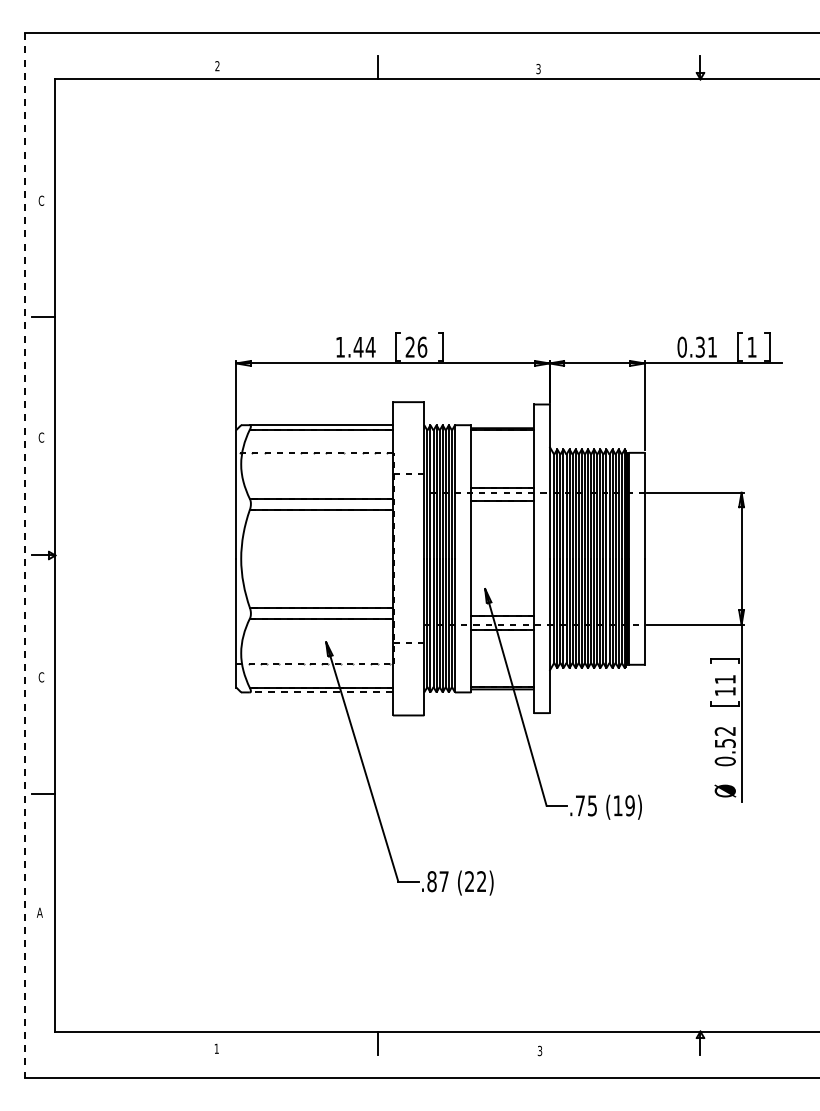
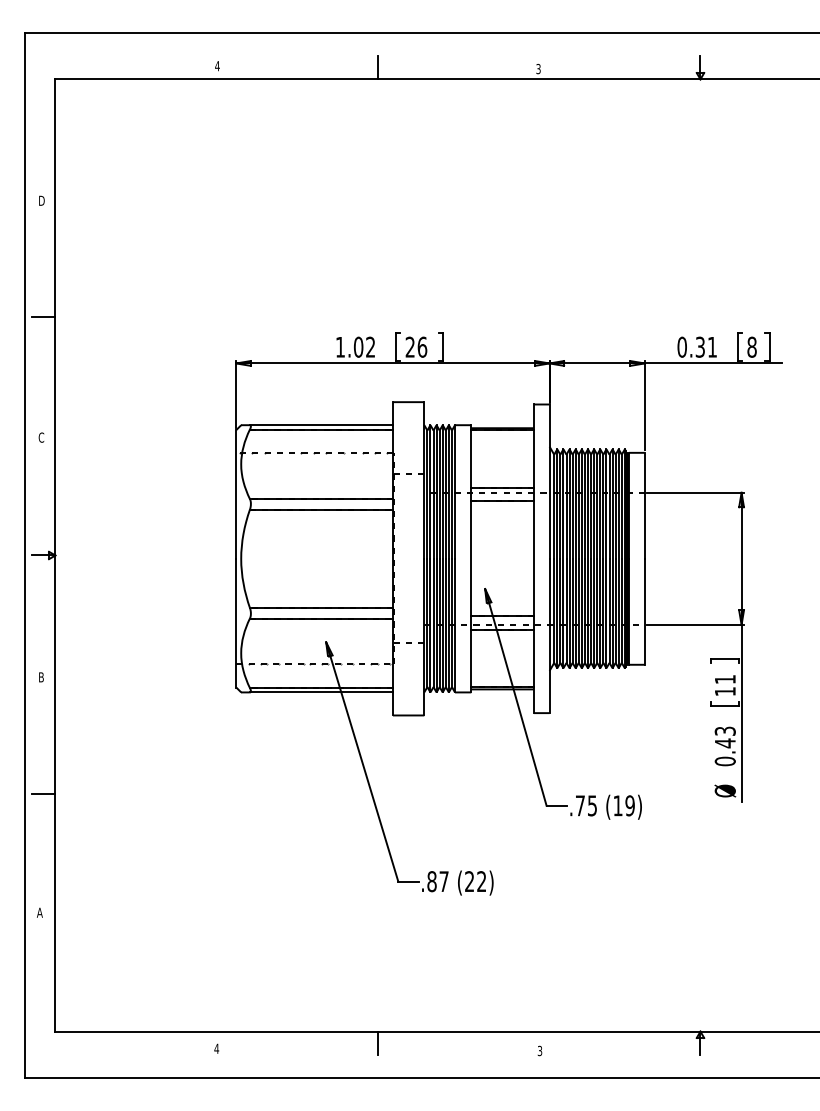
text at (217, 66): 2 -> 4
text at (41, 200): C -> D
text at (364, 346): 1.44 -> 1.02
text at (751, 346): 1 -> 8
line at (24, 555): dashed -> solid
text at (41, 677): C -> B
line at (321, 692): dashed -> solid
text at (725, 737): 0.52 -> 0.43
text at (216, 1048): 1 -> 4
